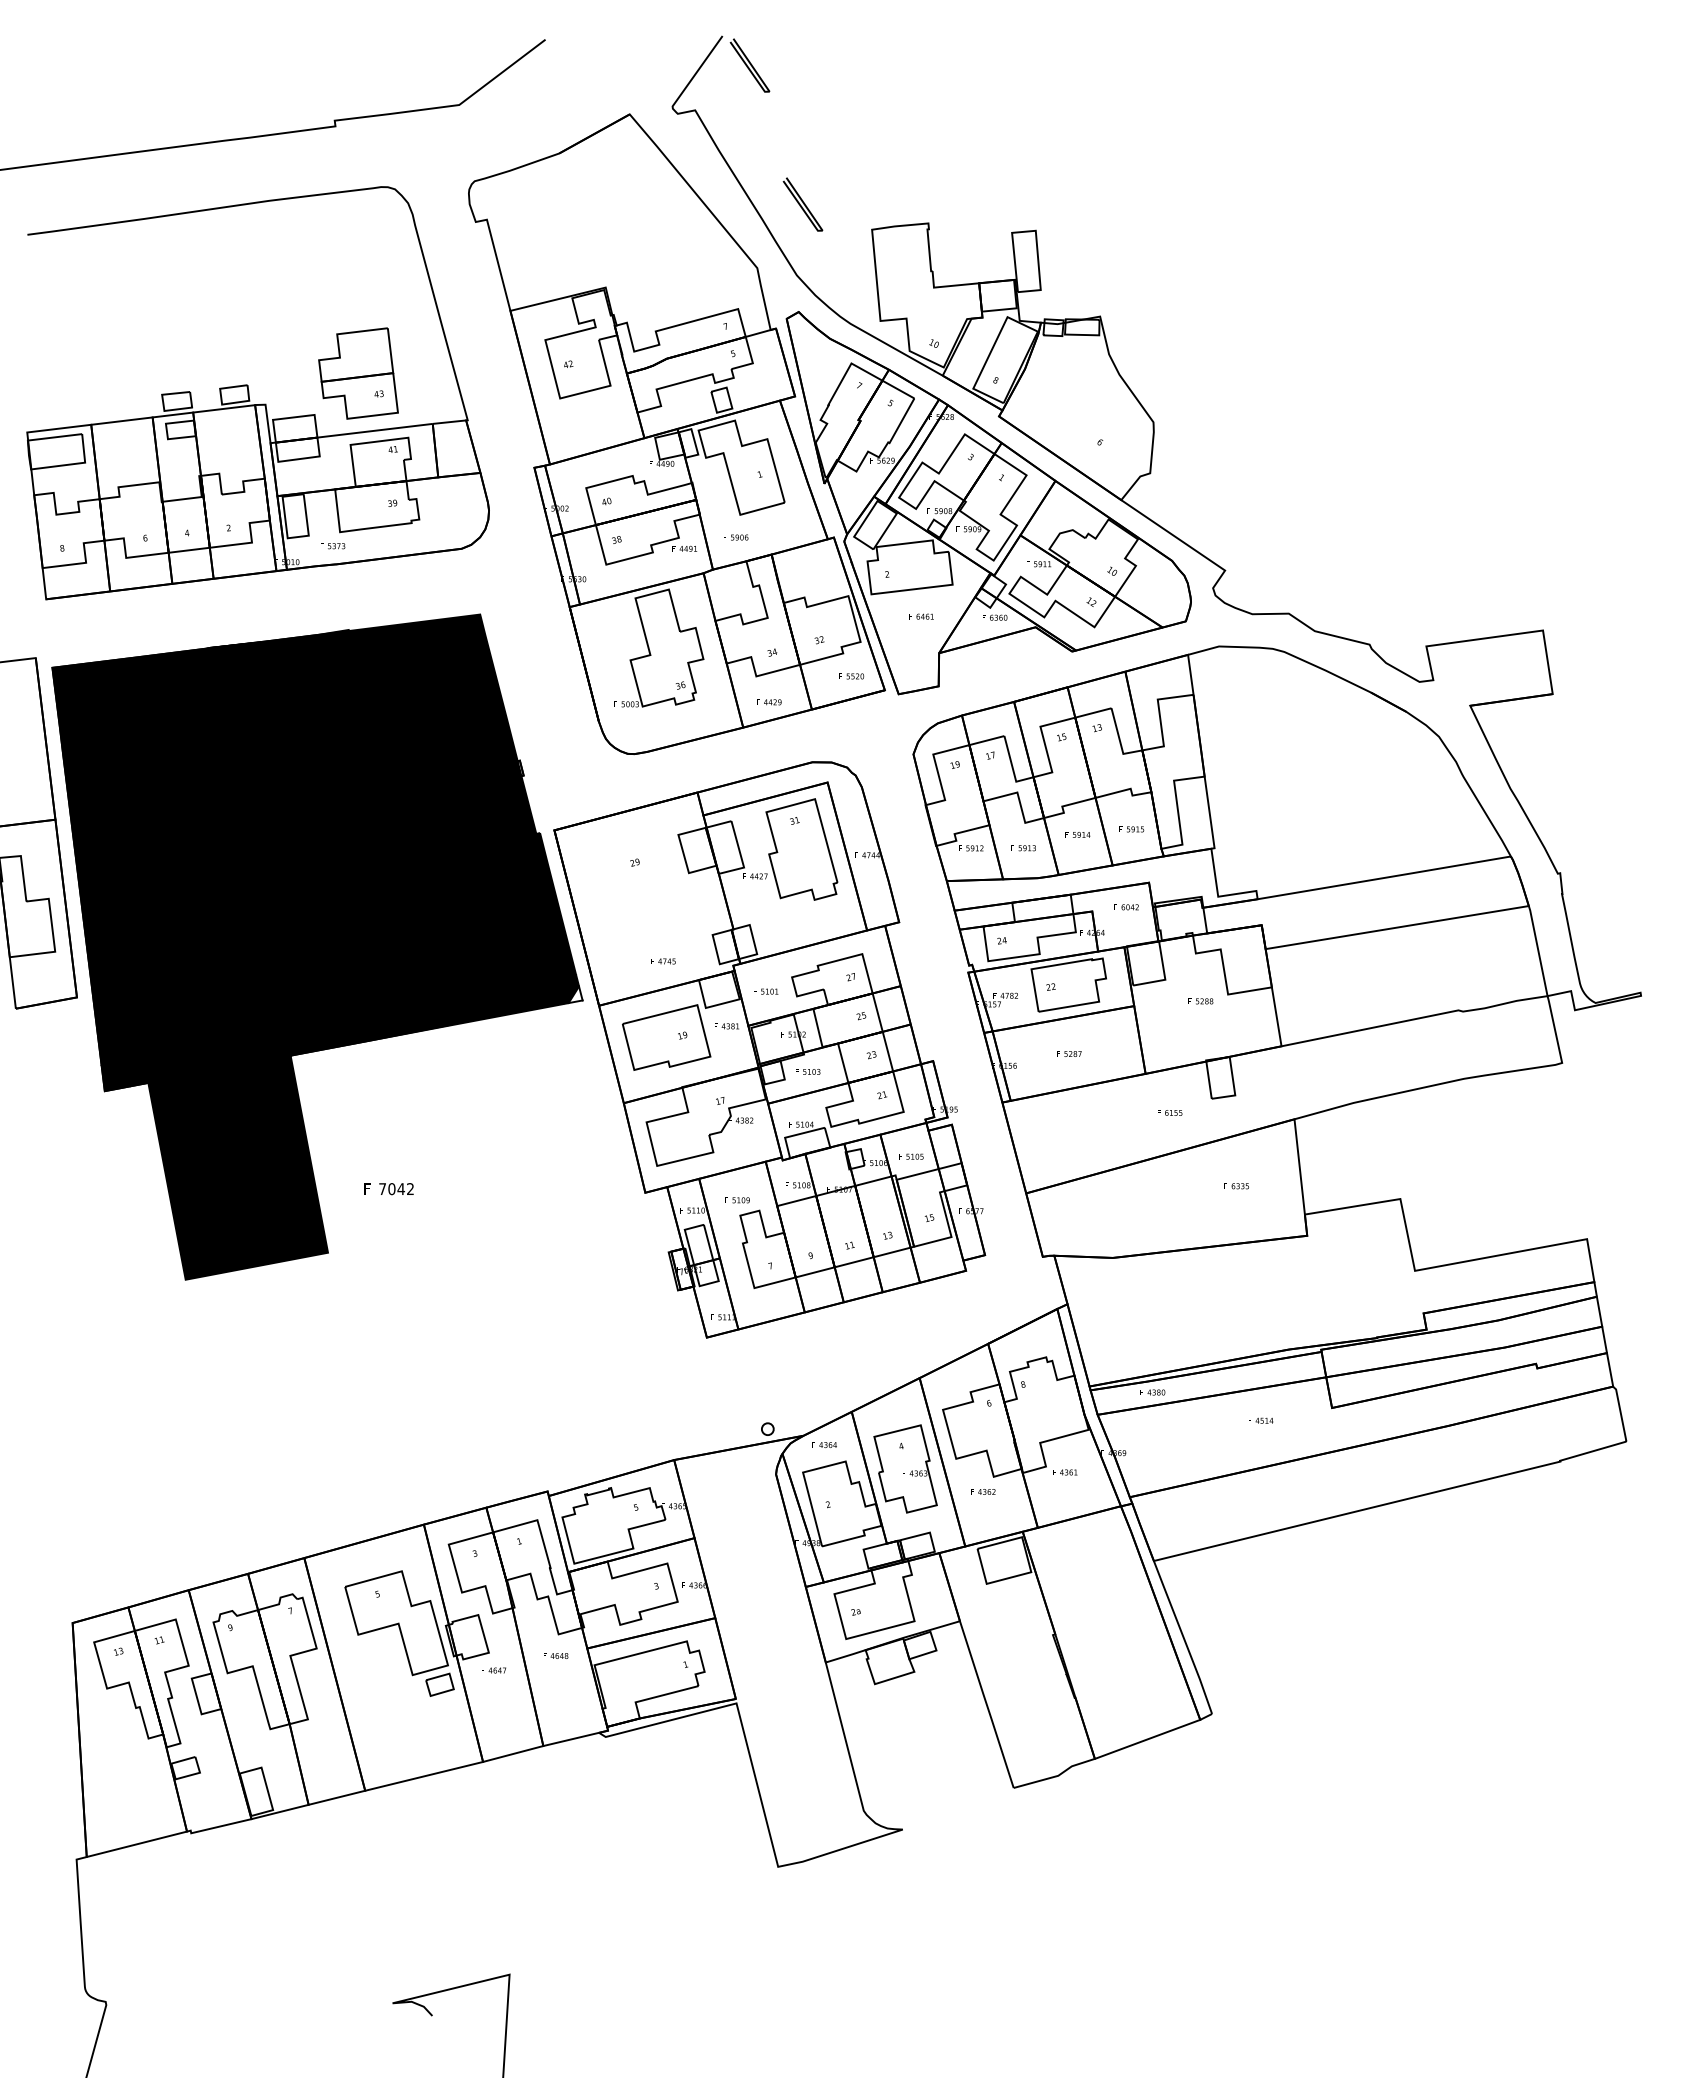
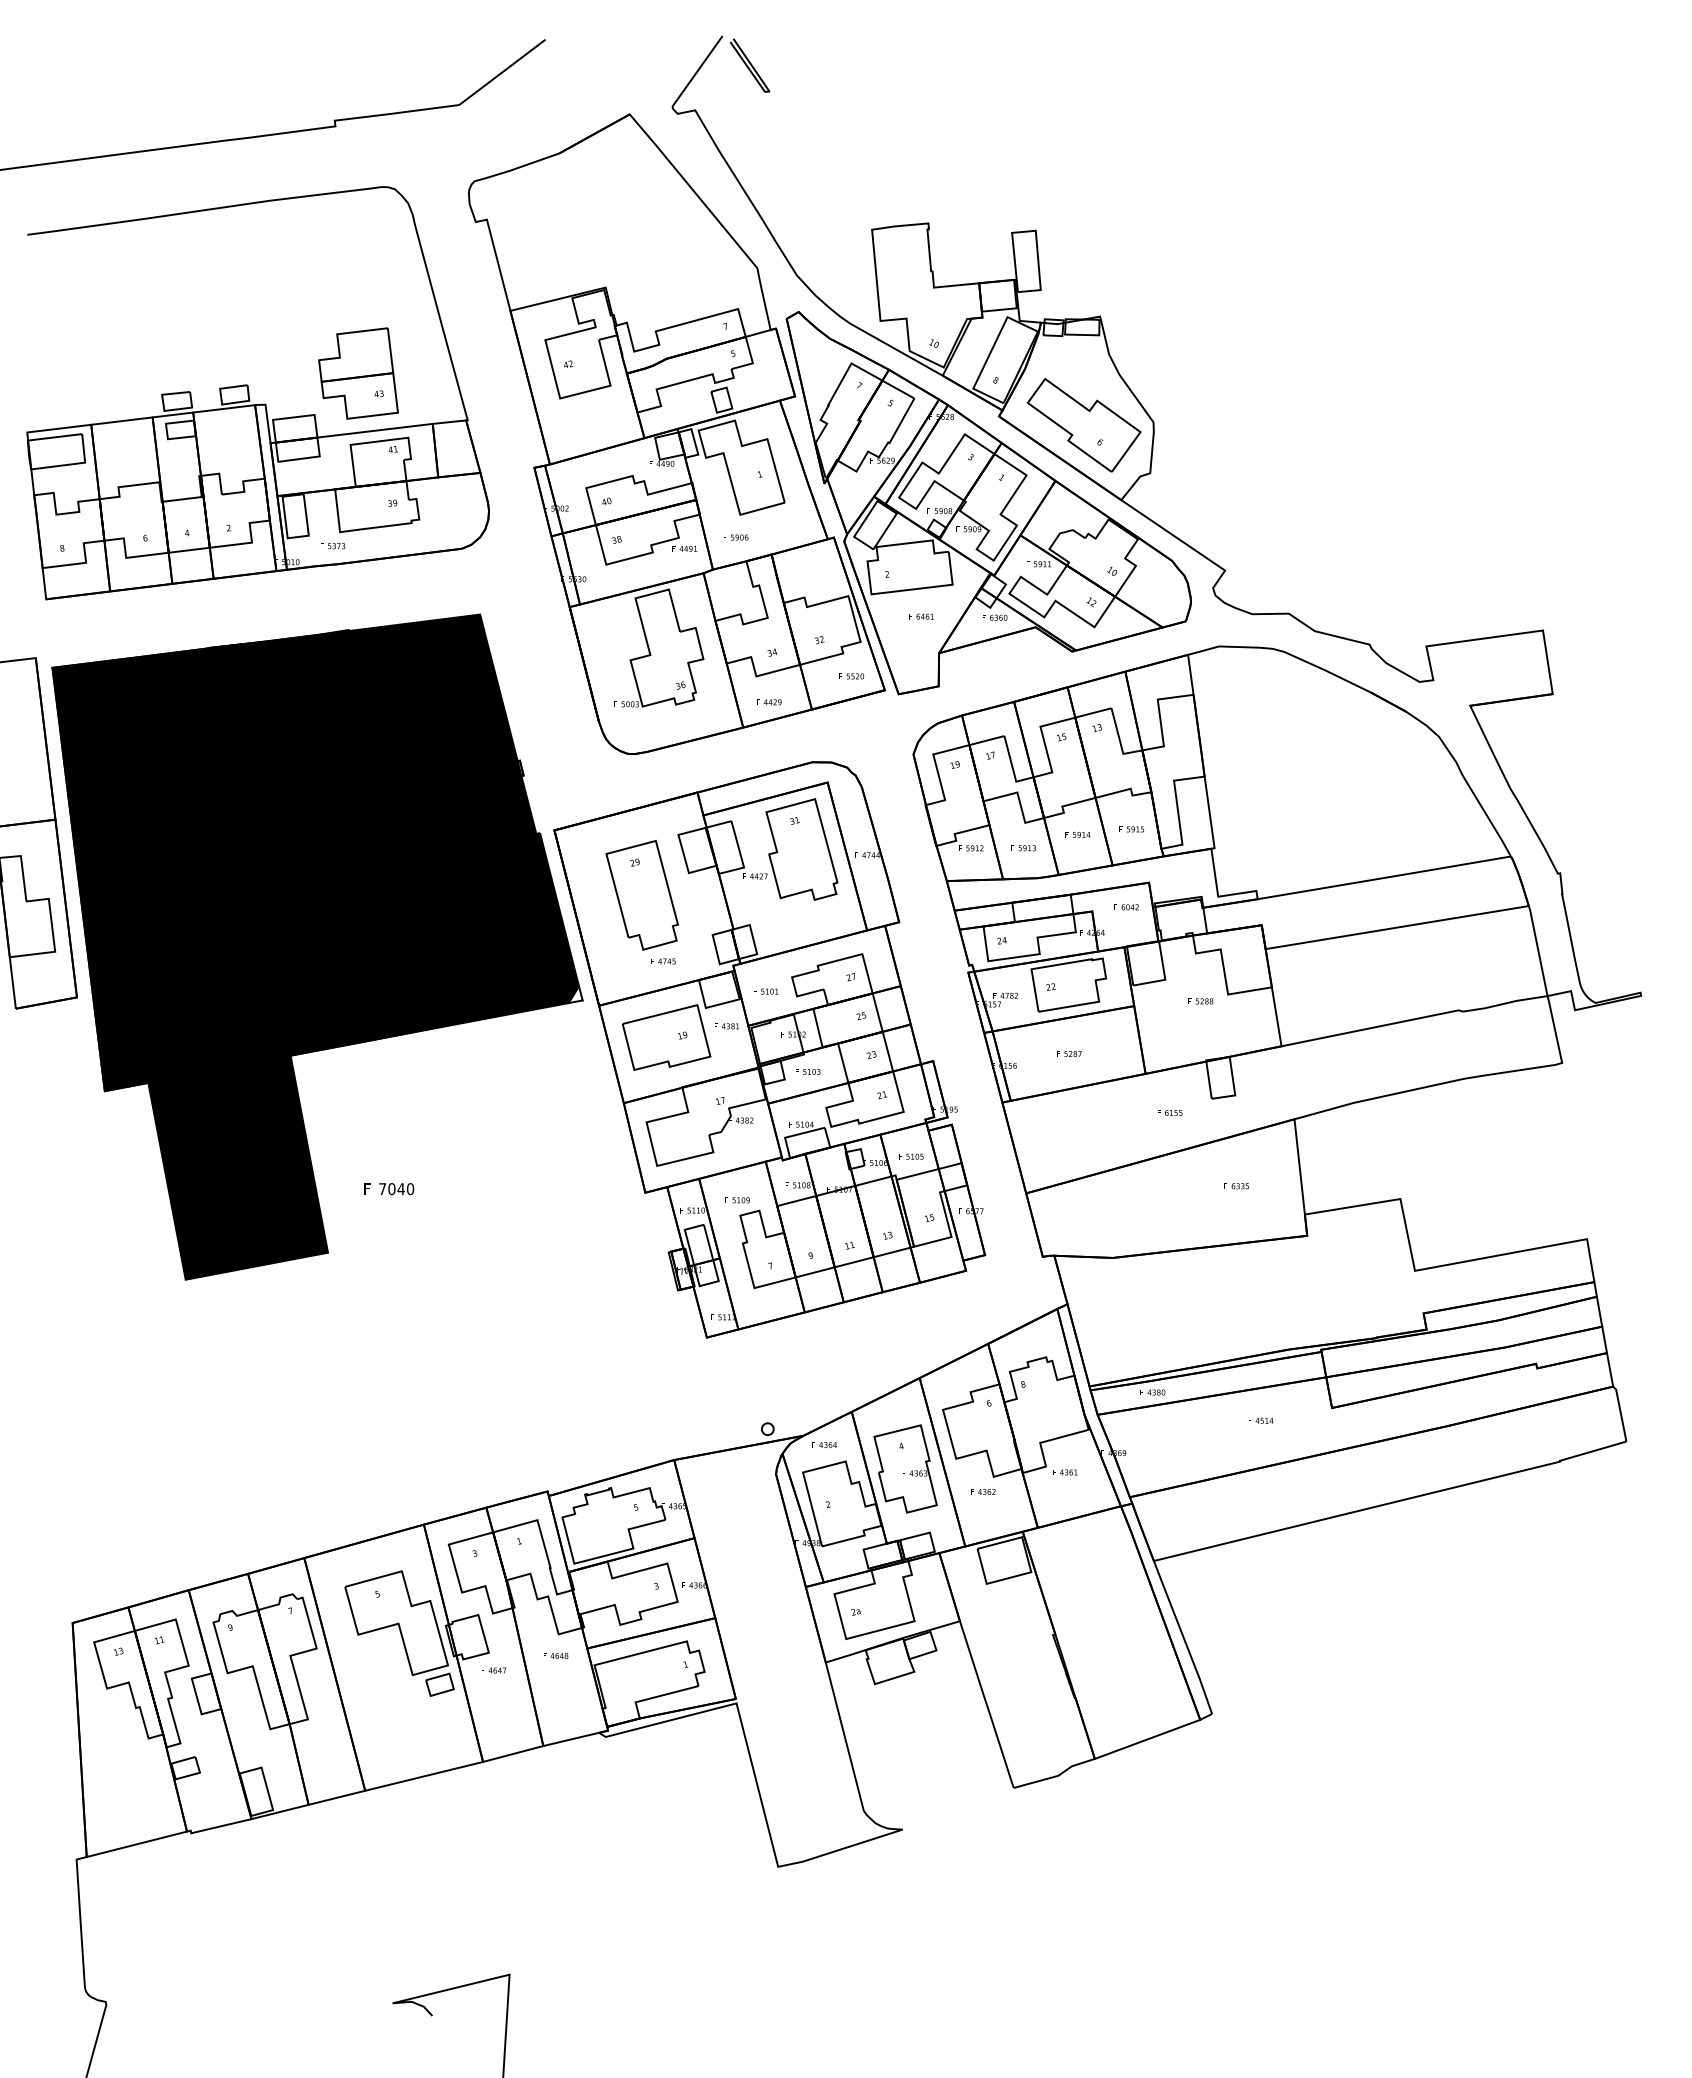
line at (802, 203): present -> none
part at (1083, 425): none -> present
part at (641, 894): none -> present
text at (410, 1189): 7042 -> 7040
